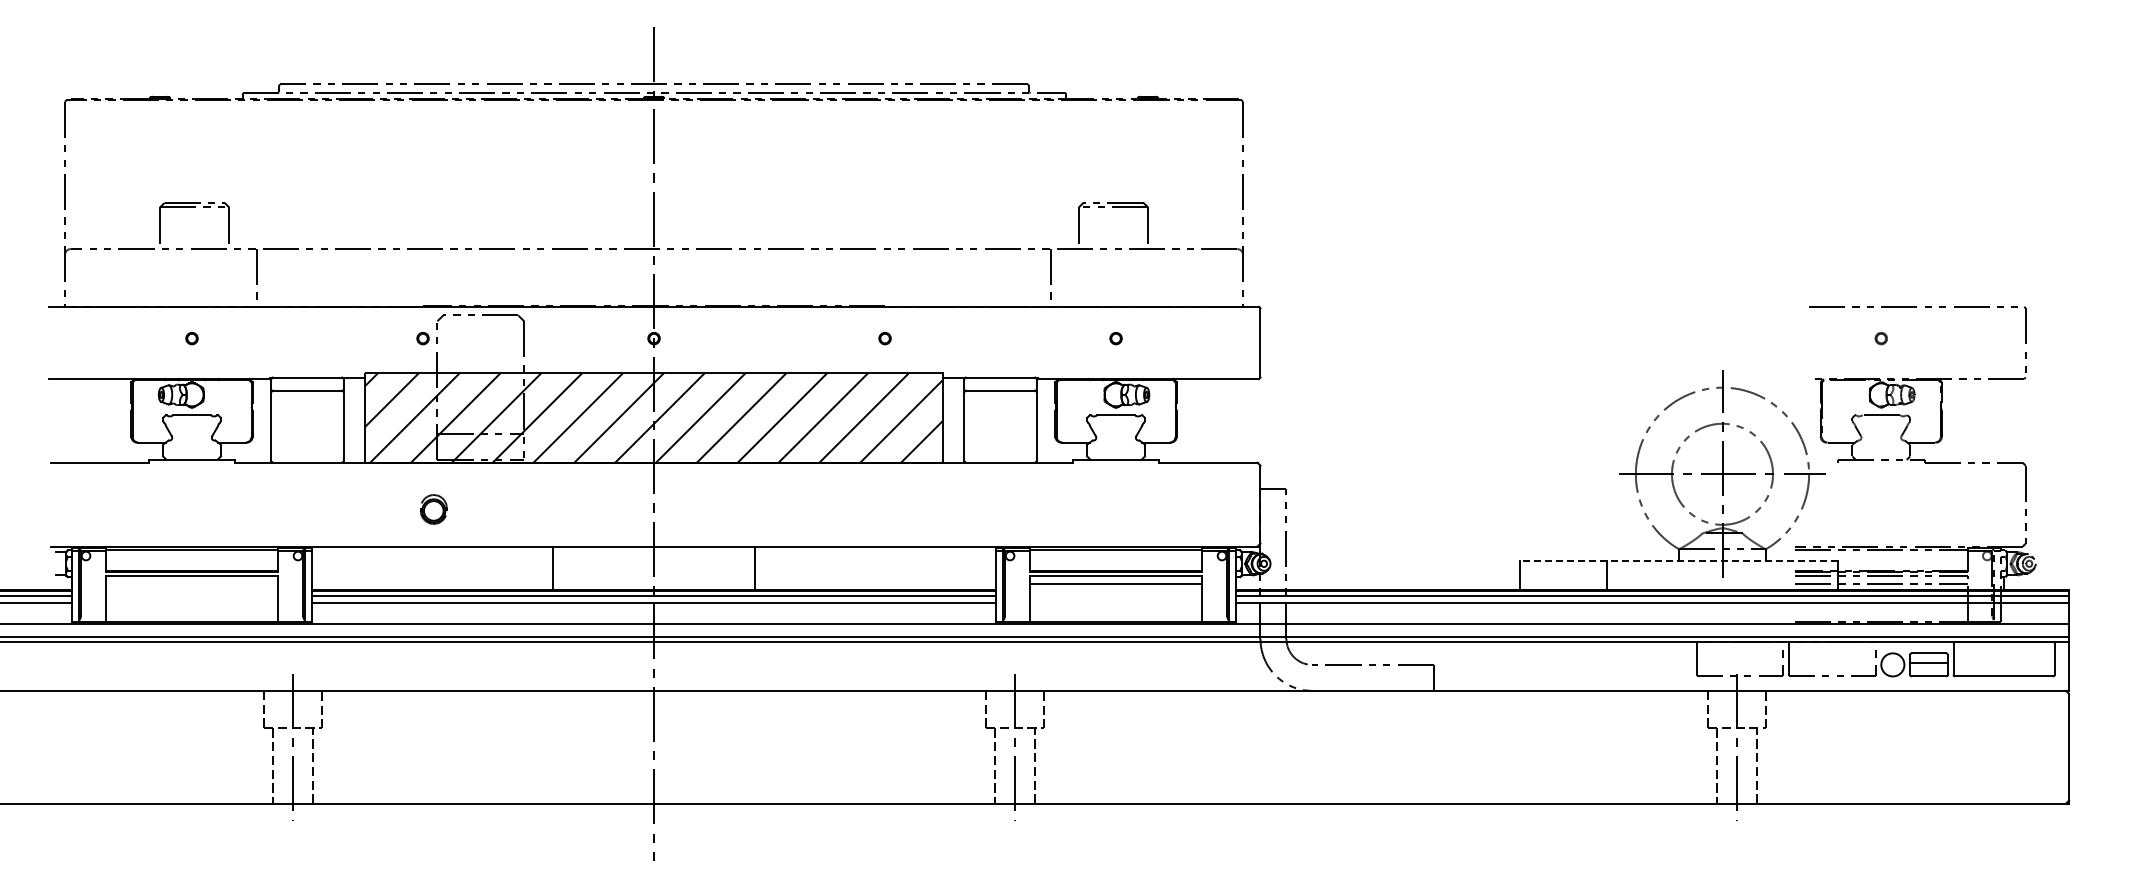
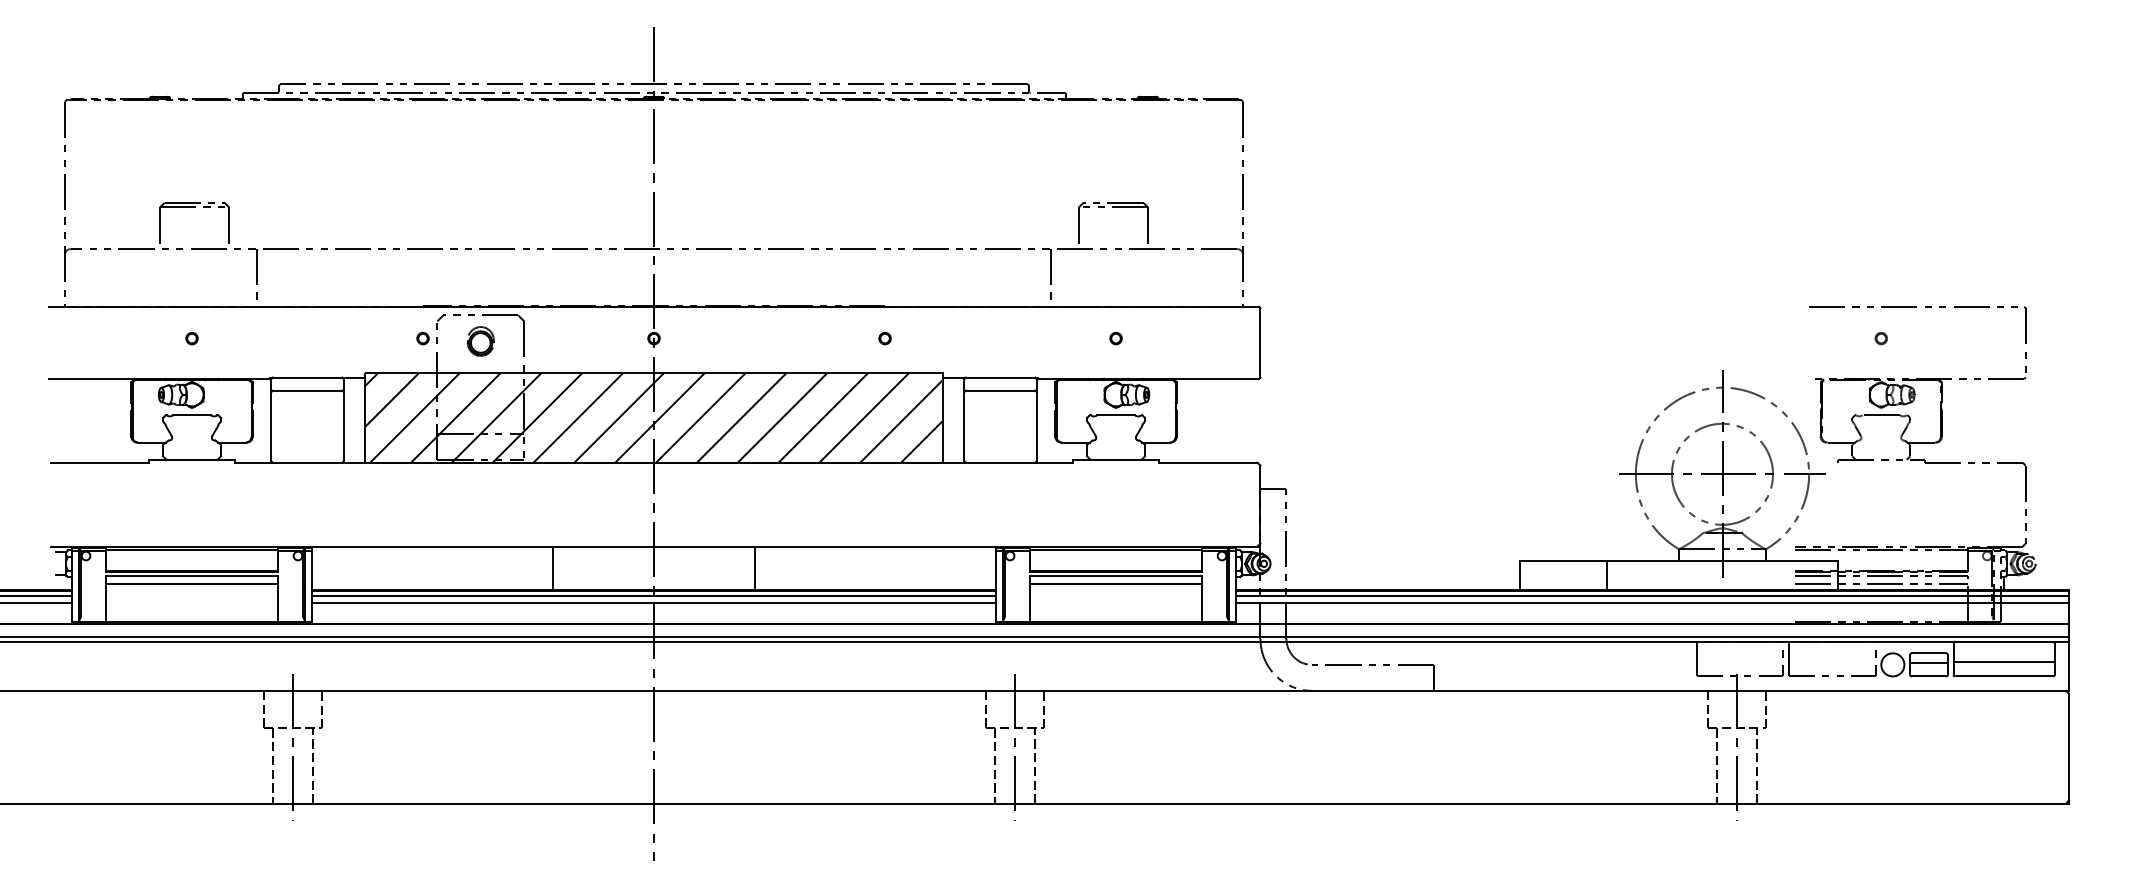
part at (433, 509) position: (433, 509) -> (480, 341)
line at (1679, 560): dashed -> solid
line at (191, 583): none -> present
line at (2003, 662): none -> present
